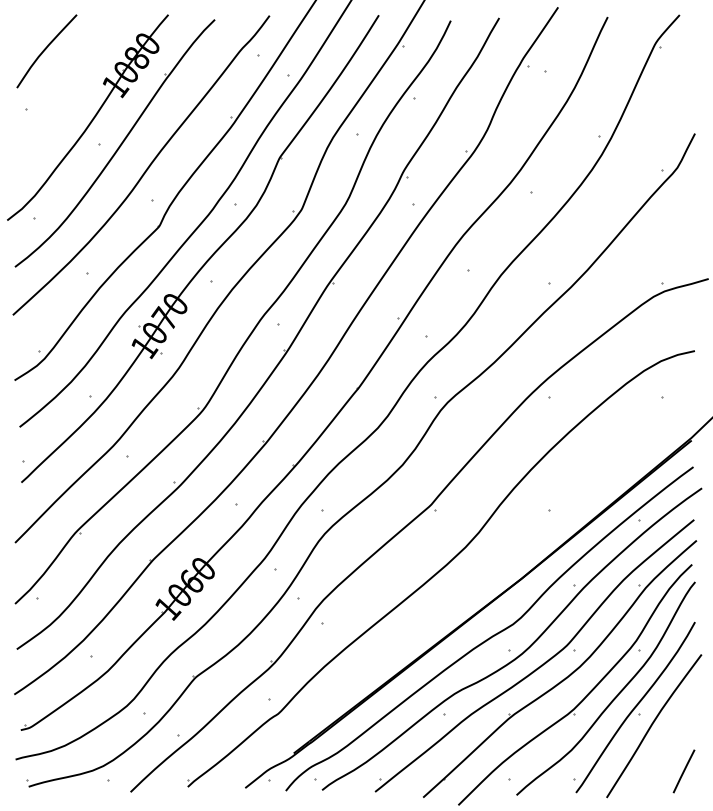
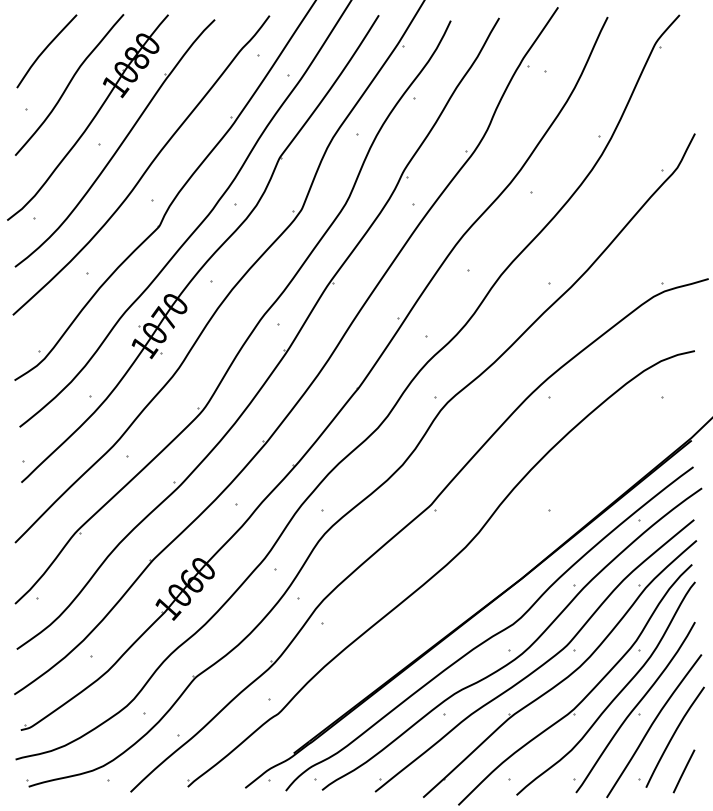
curve at (69, 84): none -> present
part at (671, 736): none -> present
